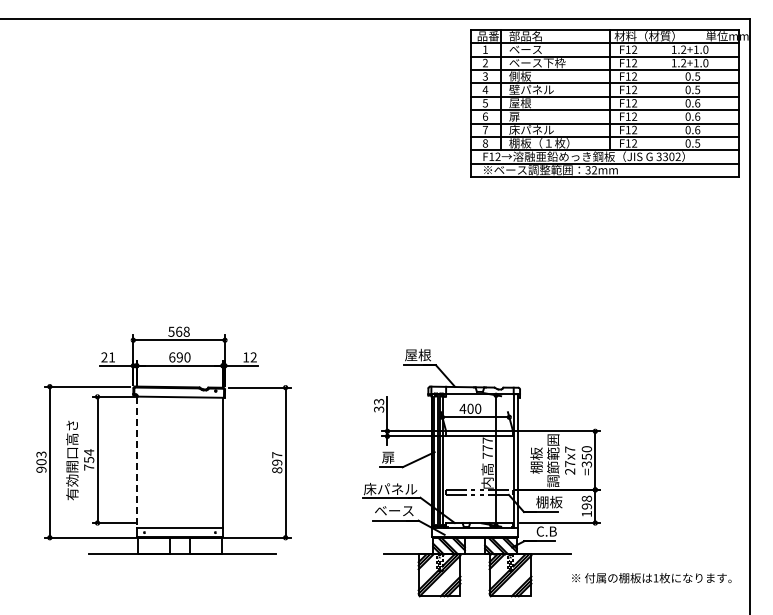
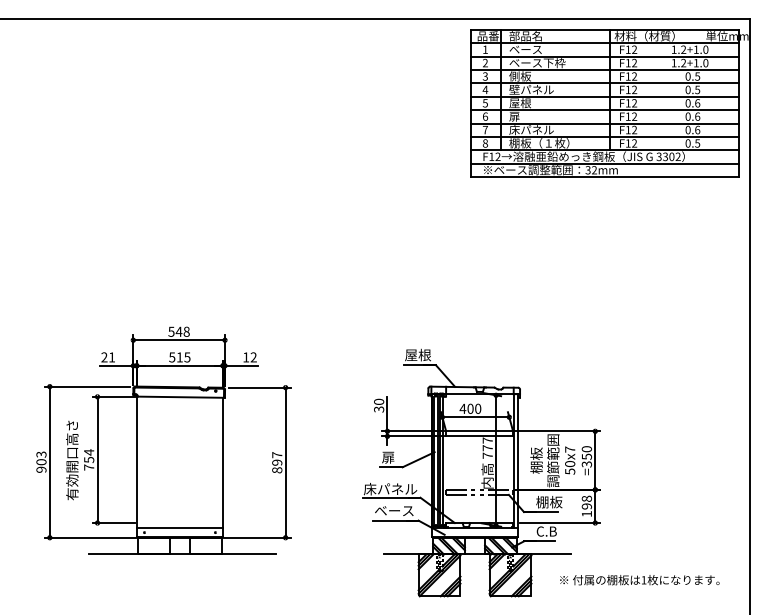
text at (178, 331): 568 -> 548
text at (179, 357): 690 -> 515
text at (379, 401): 33 -> 30
line at (136, 462): dashed -> solid
text at (570, 467): 27x7 -> 50x7
text at (651, 578) position: (651, 578) -> (639, 580)
